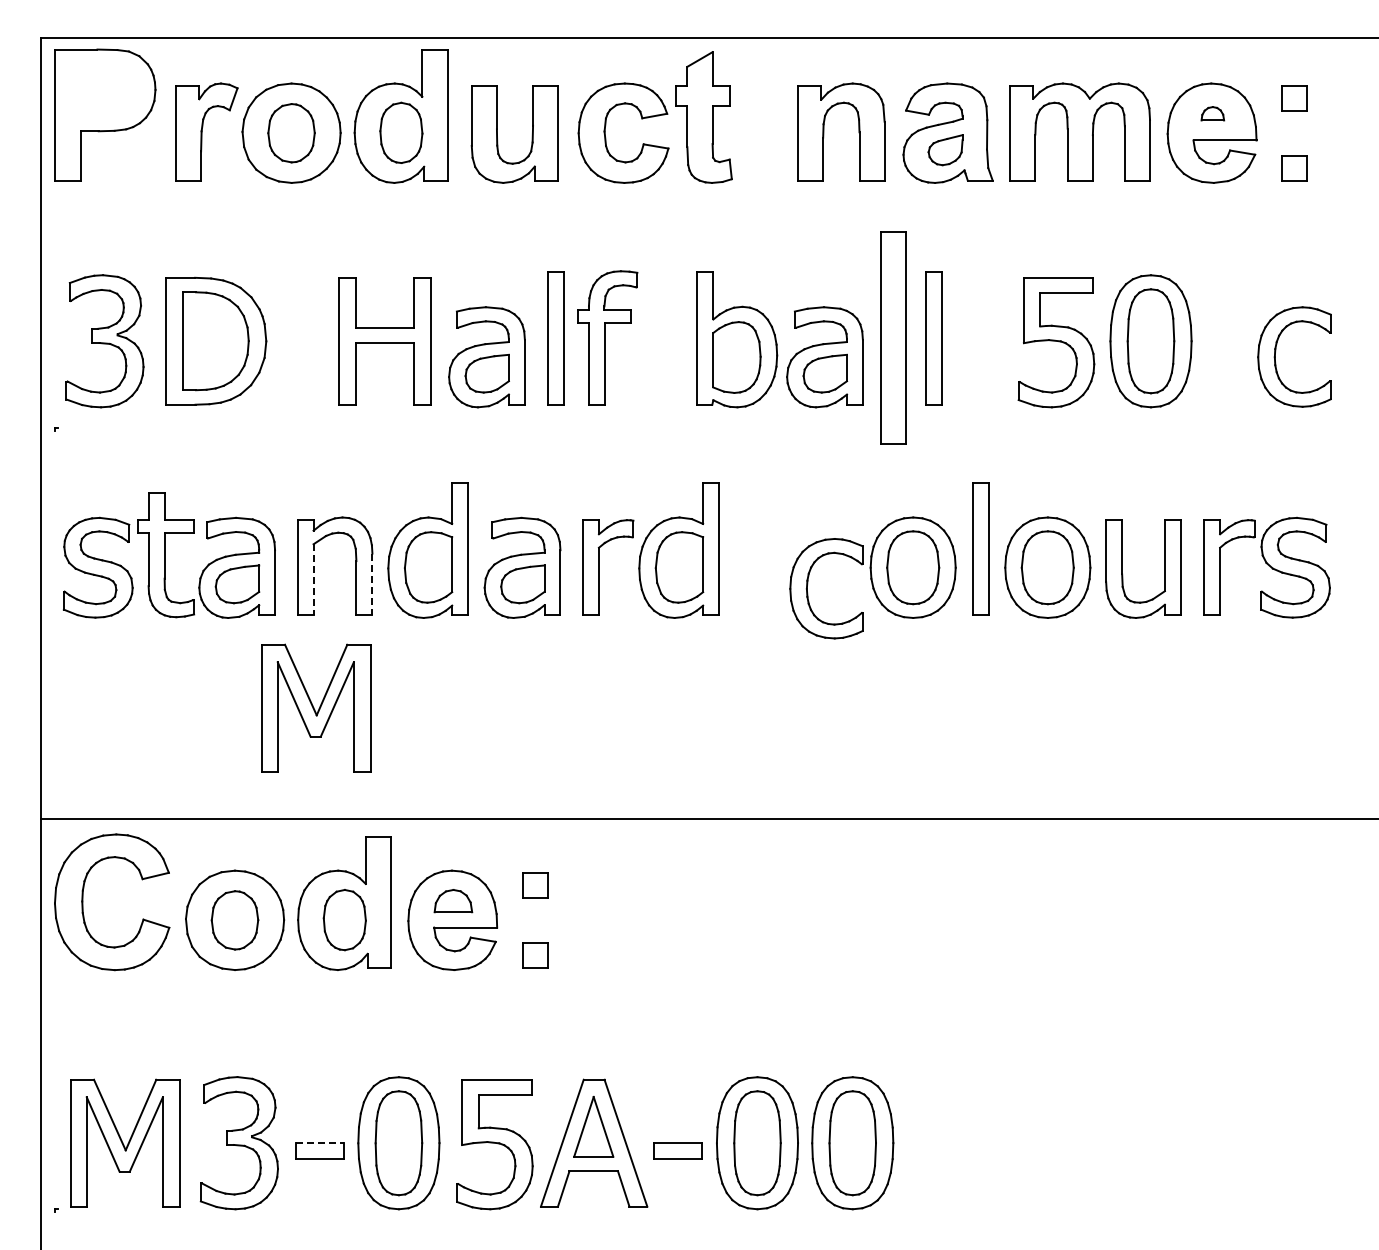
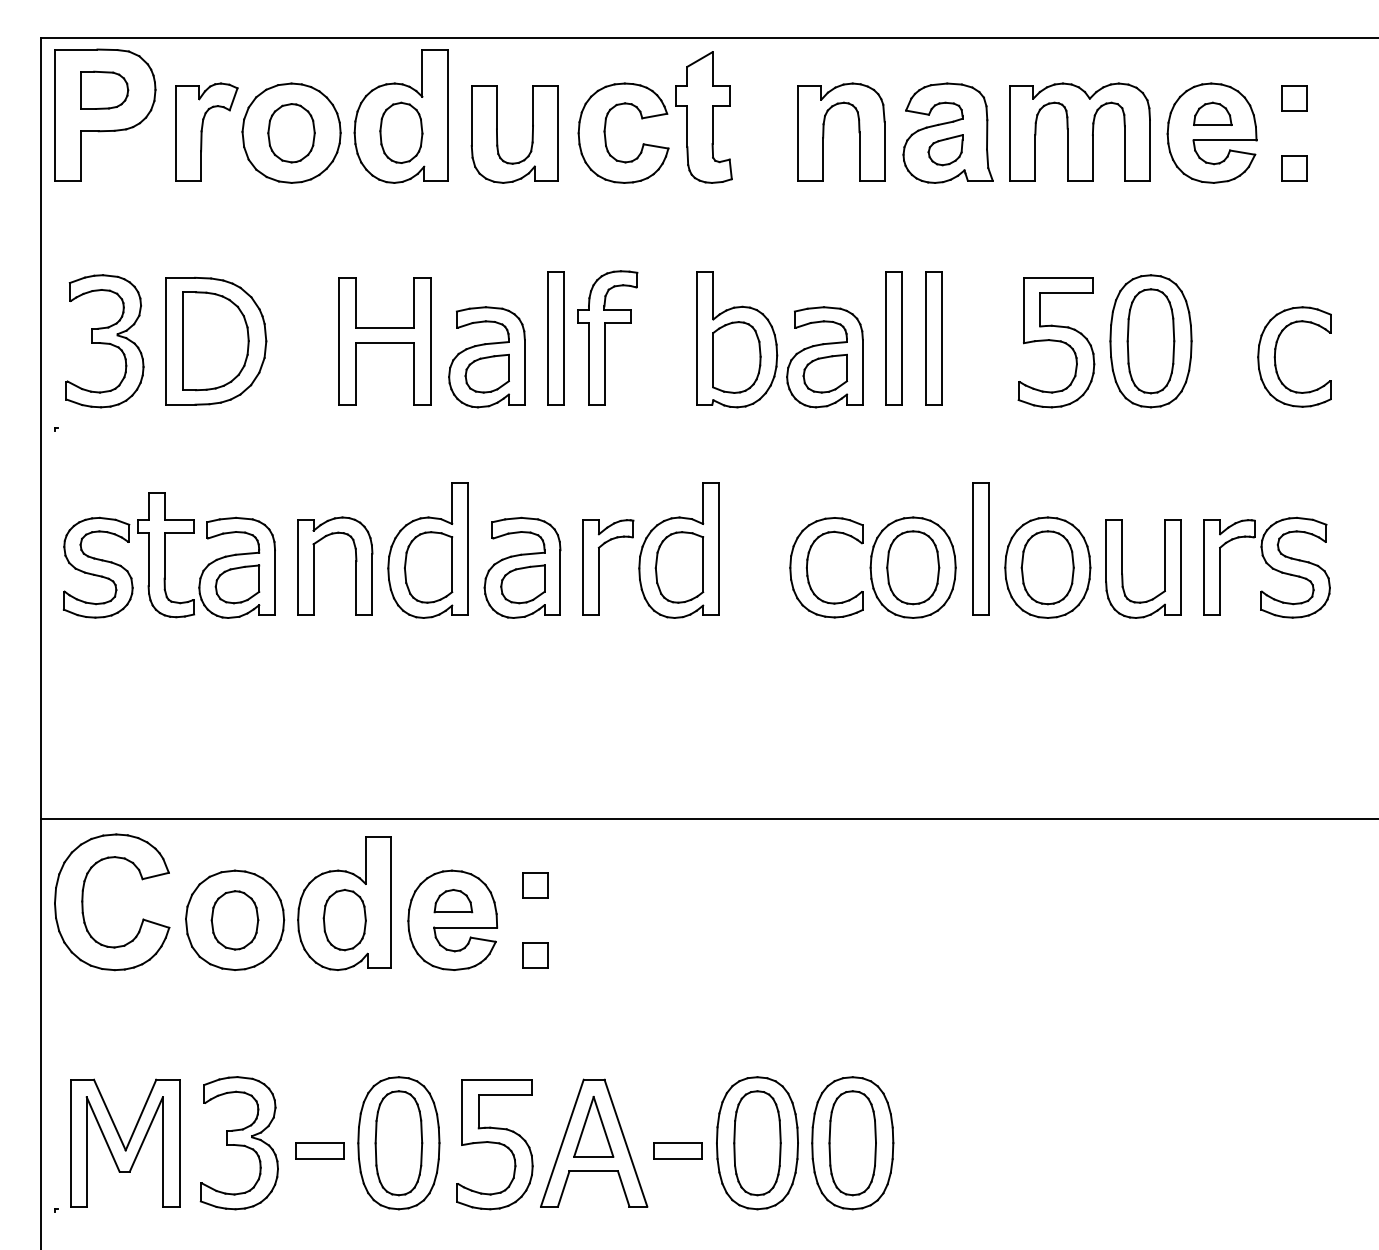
part at (104, 89): none -> present
part at (1212, 113) size: 26x16 px -> 40x25 px
part at (893, 337) size: 27x214 px -> 18x135 px
line at (313, 579): dashed -> solid
line at (372, 584): dashed -> solid
part at (808, 584) position: (808, 584) -> (808, 563)
part at (316, 707): present -> none
line at (320, 1143): dashed -> solid
